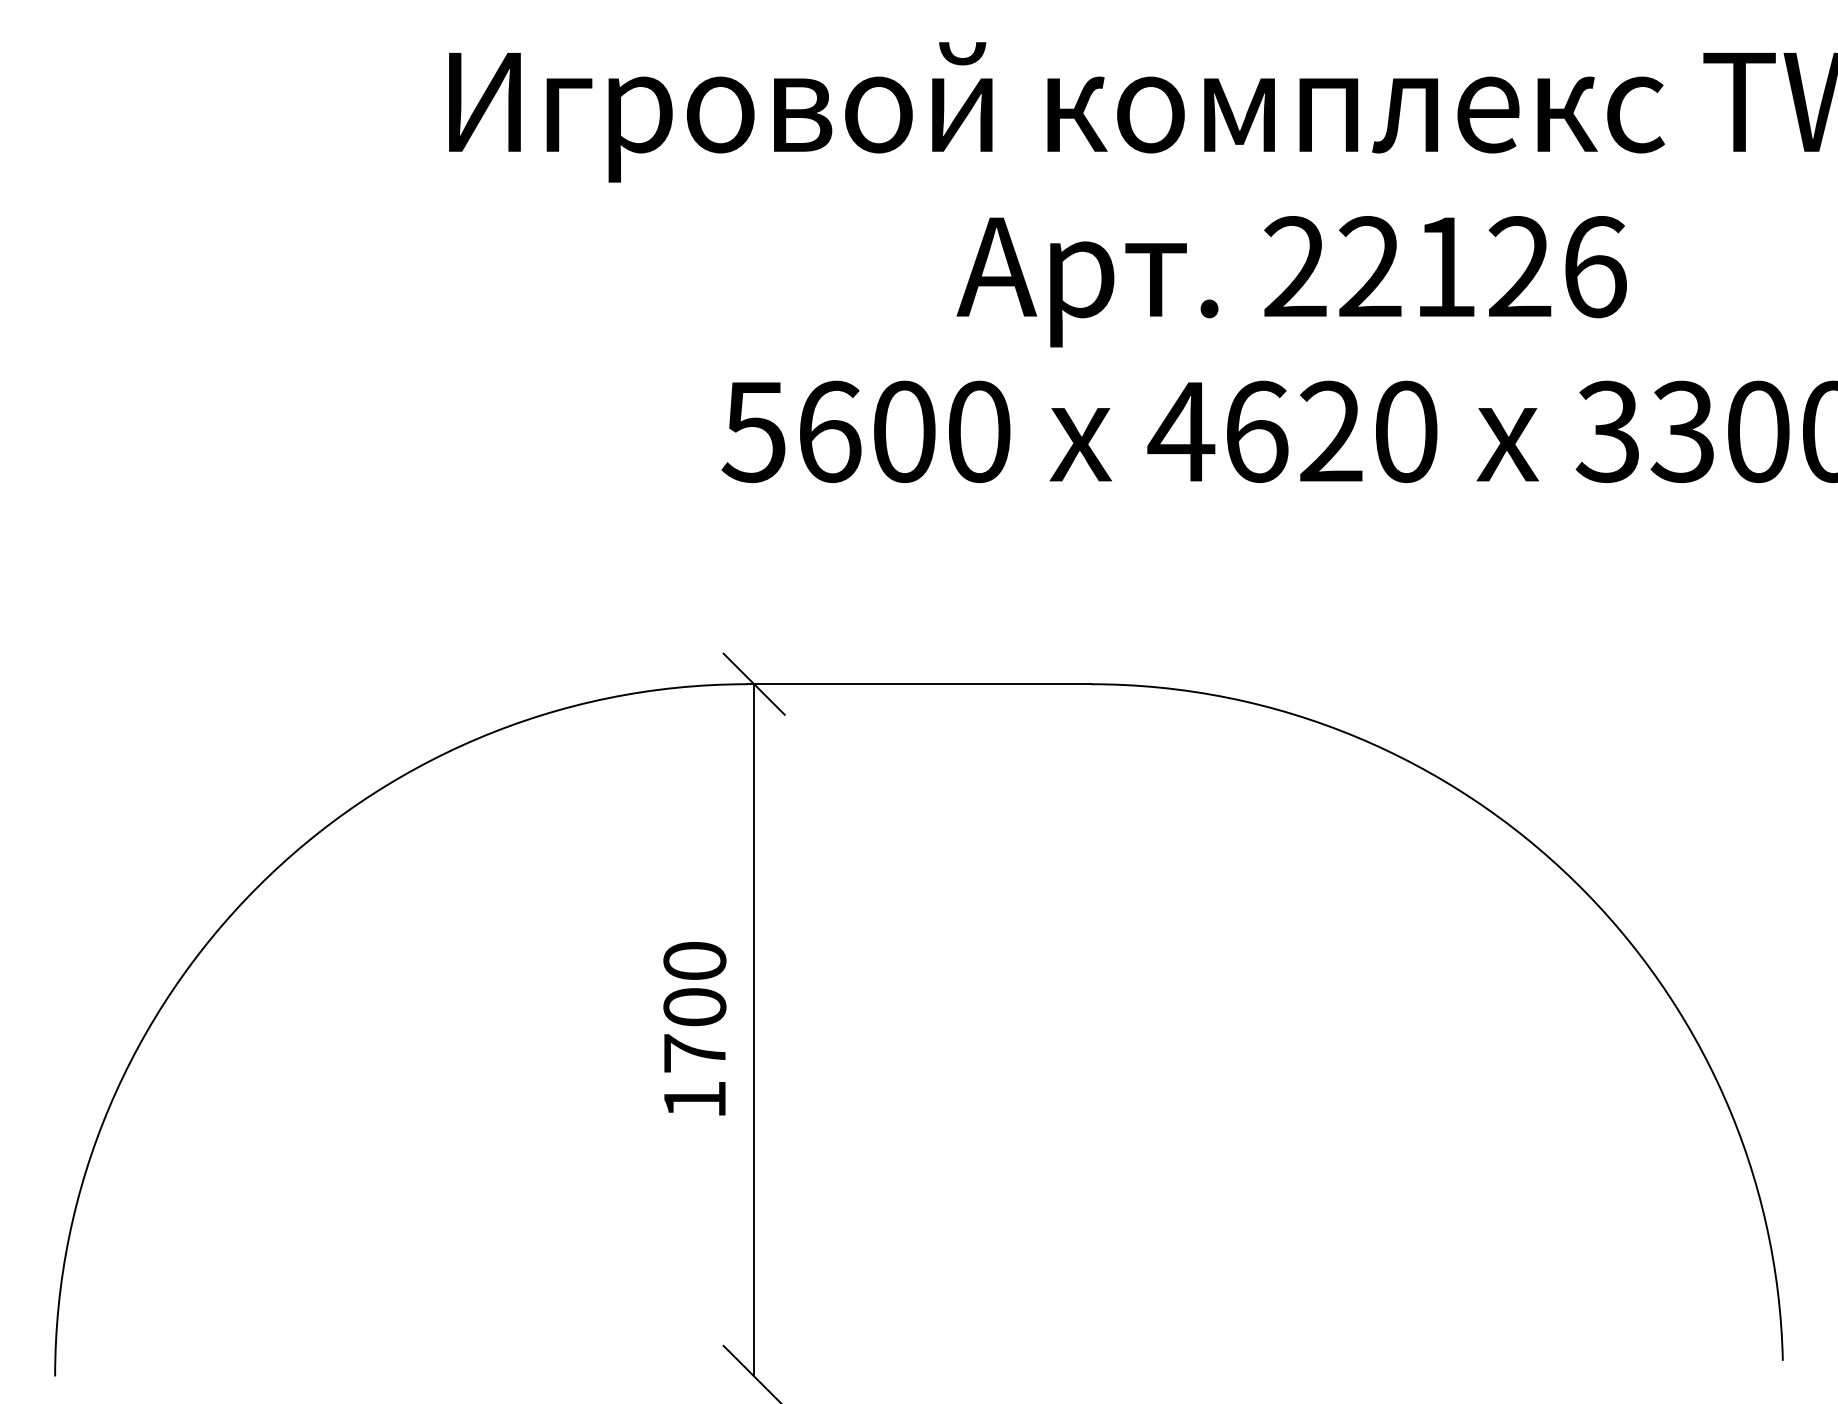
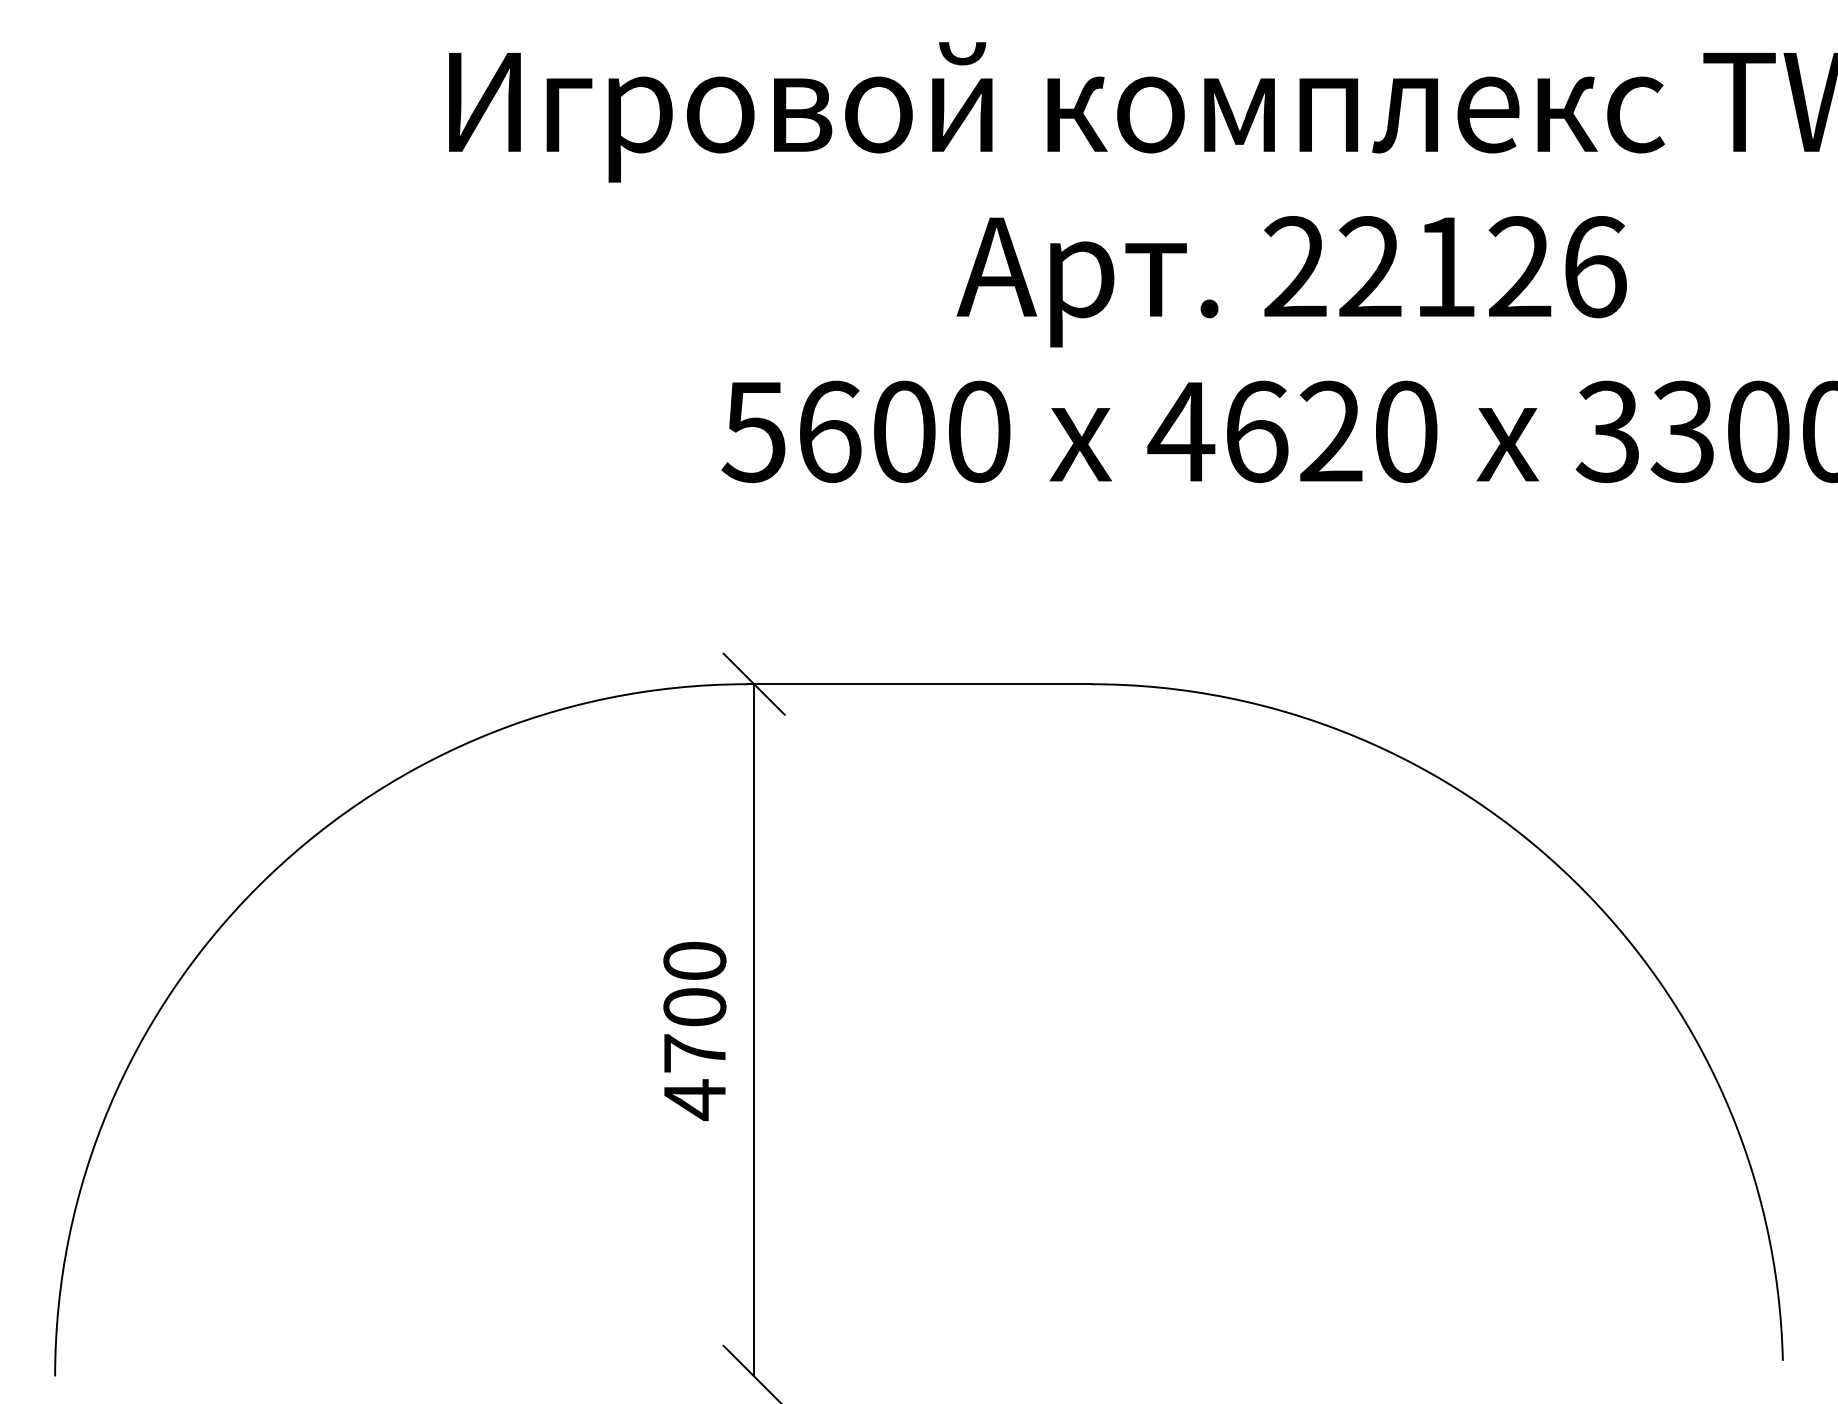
text at (694, 1100): 1700 -> 4700
